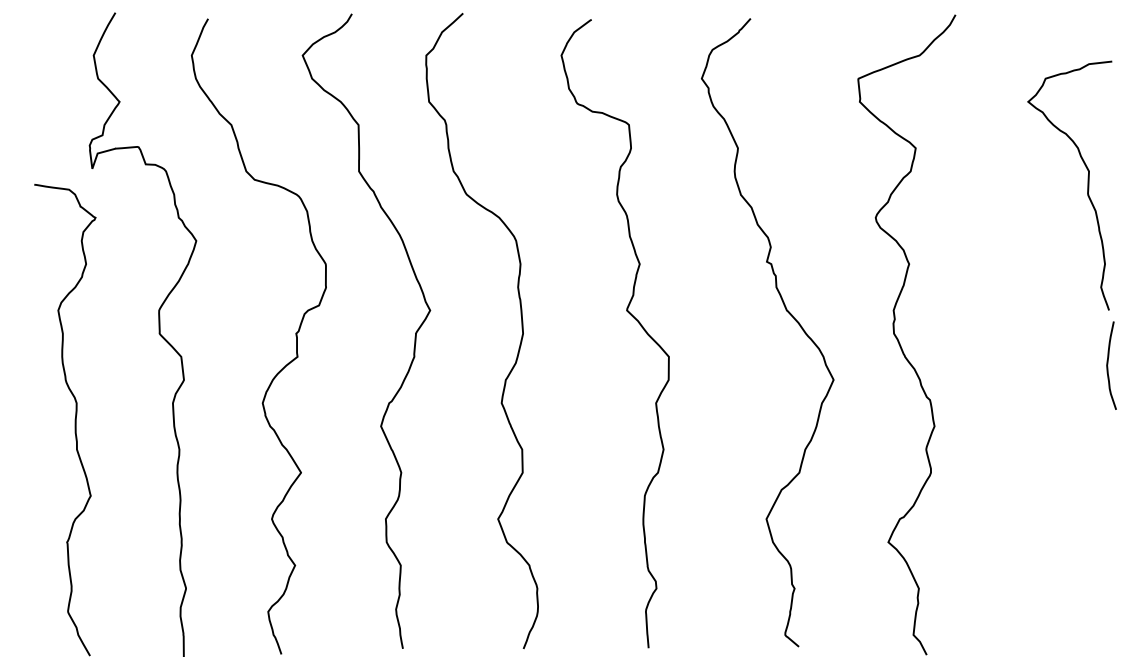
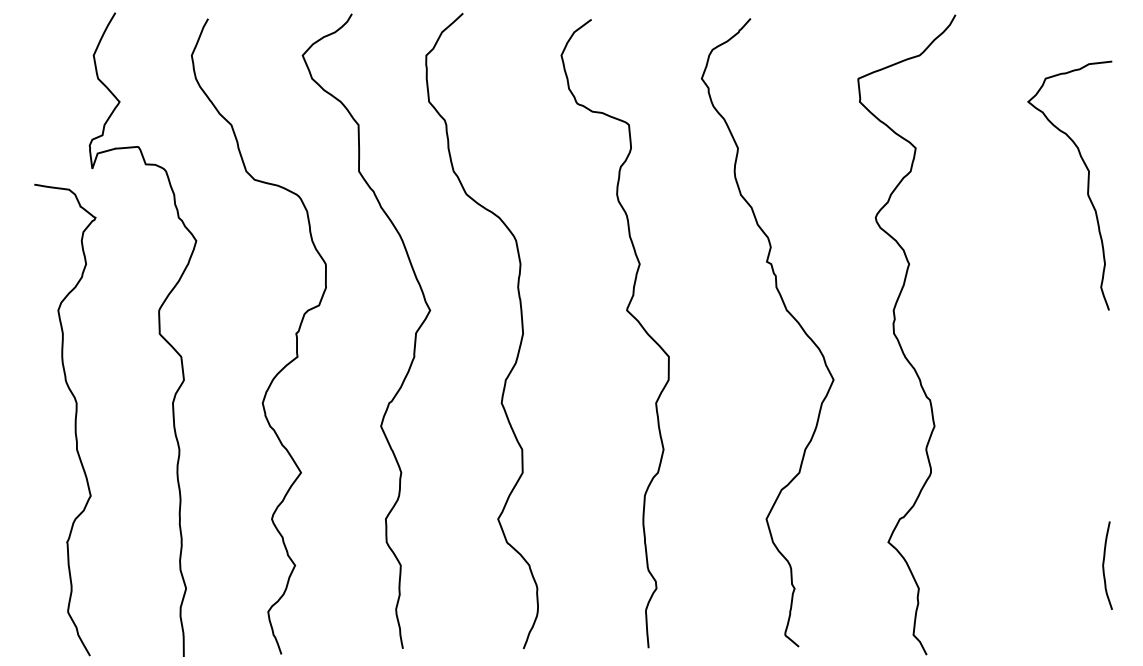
curve at (1108, 364) position: (1108, 364) -> (1104, 564)
